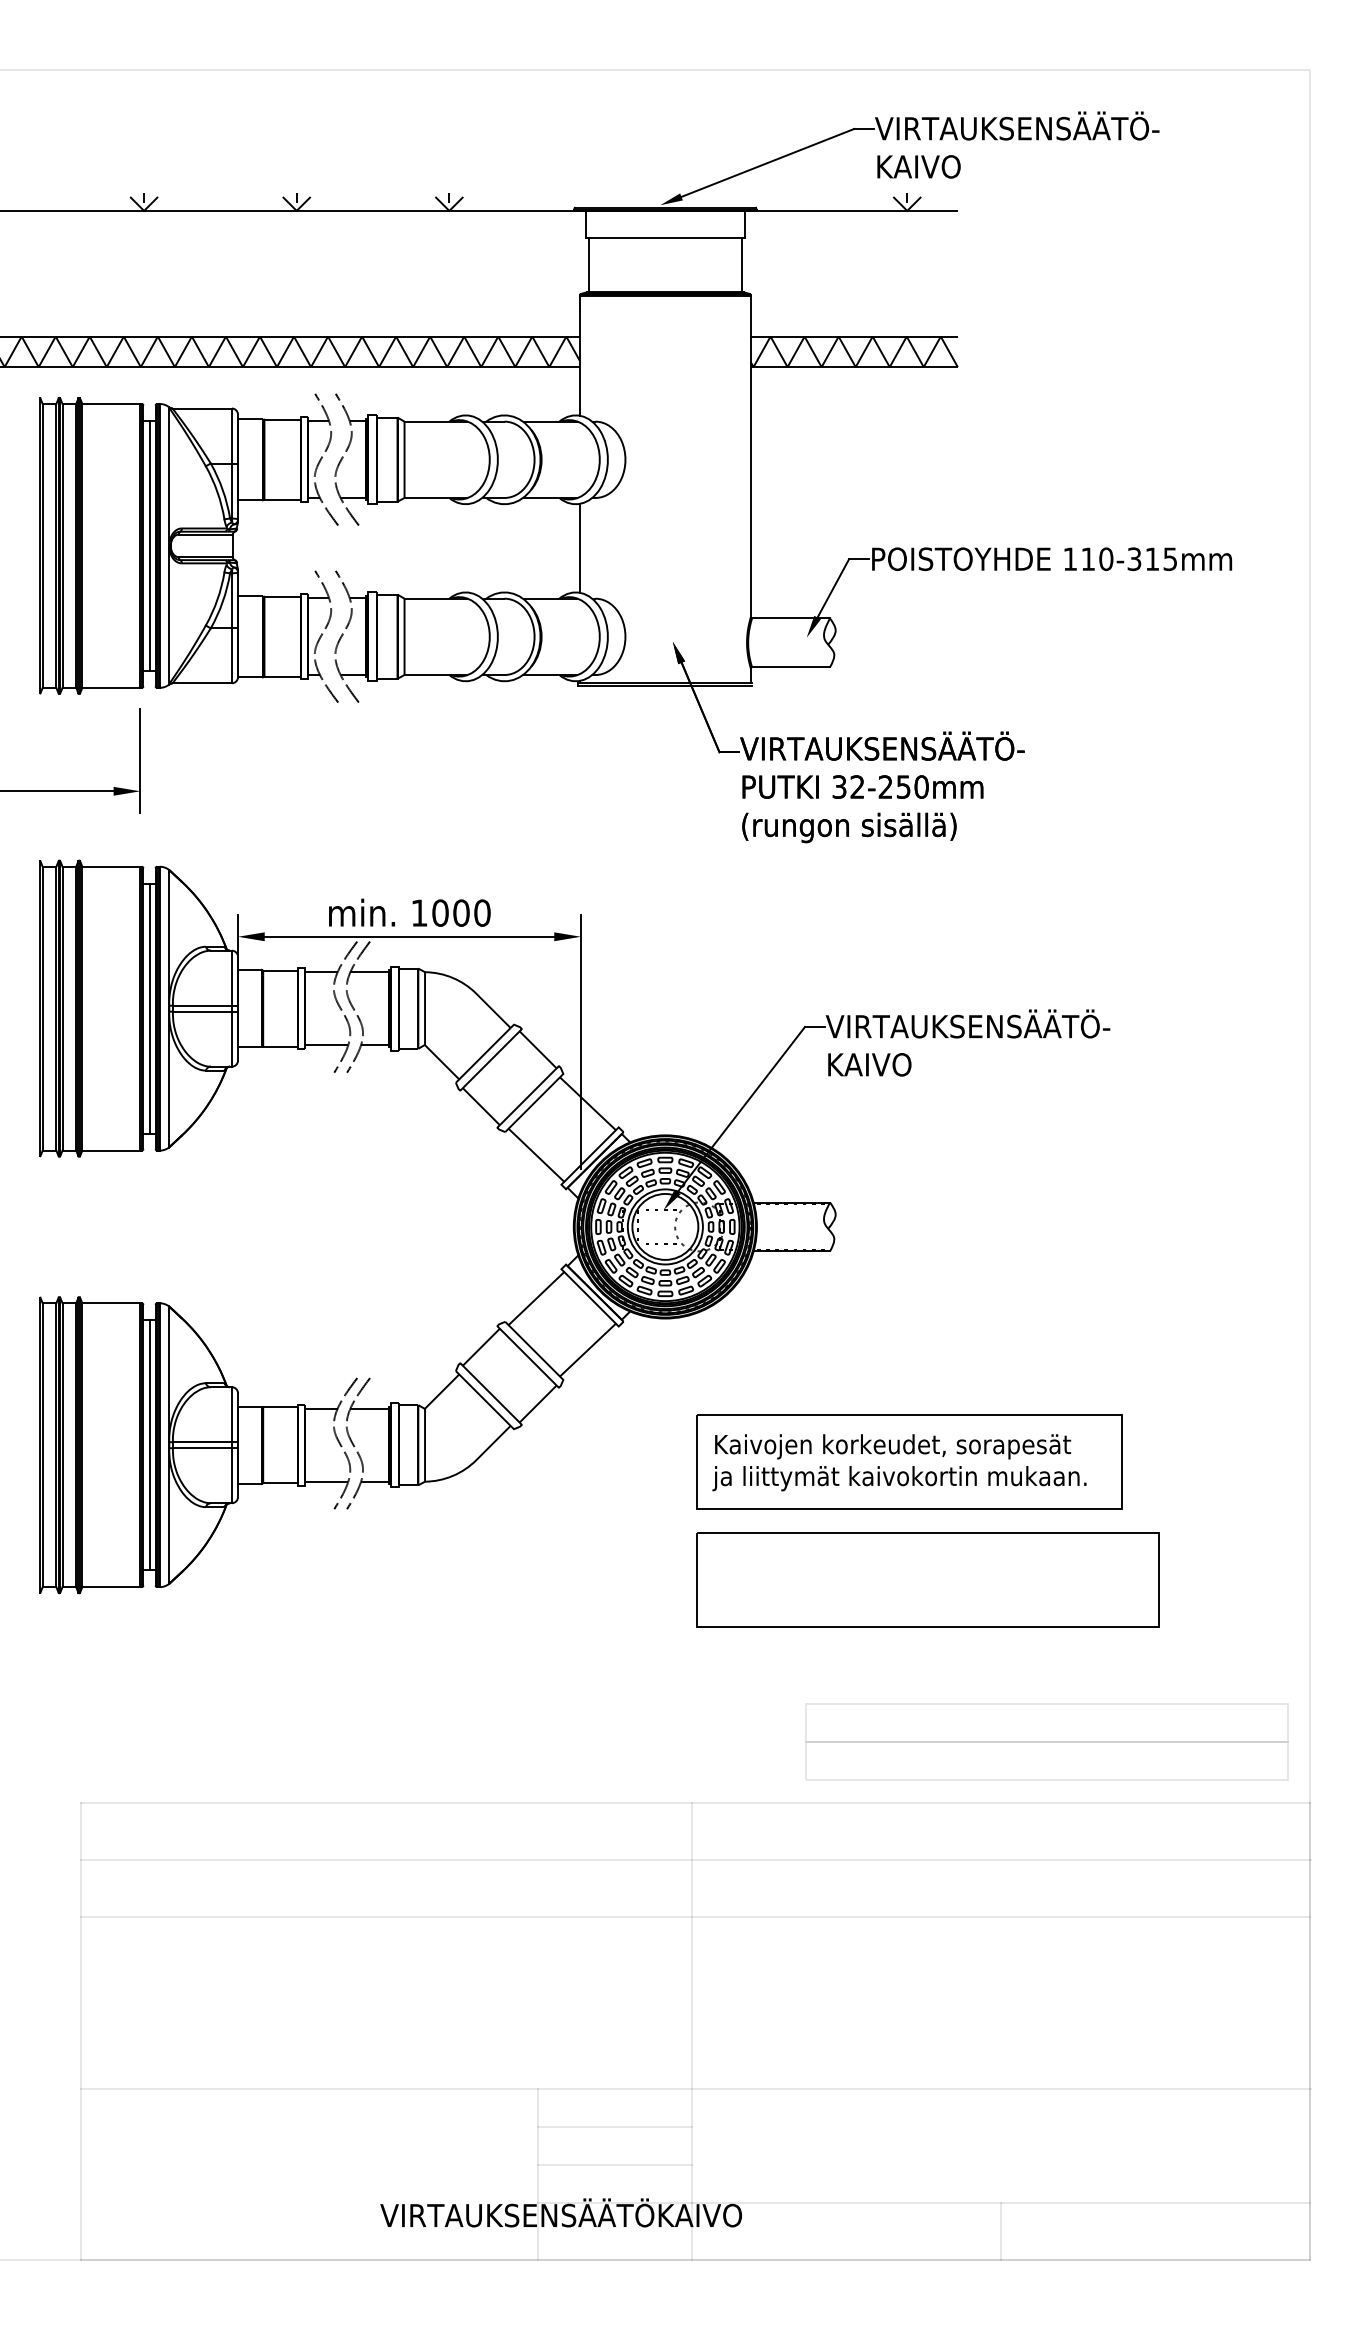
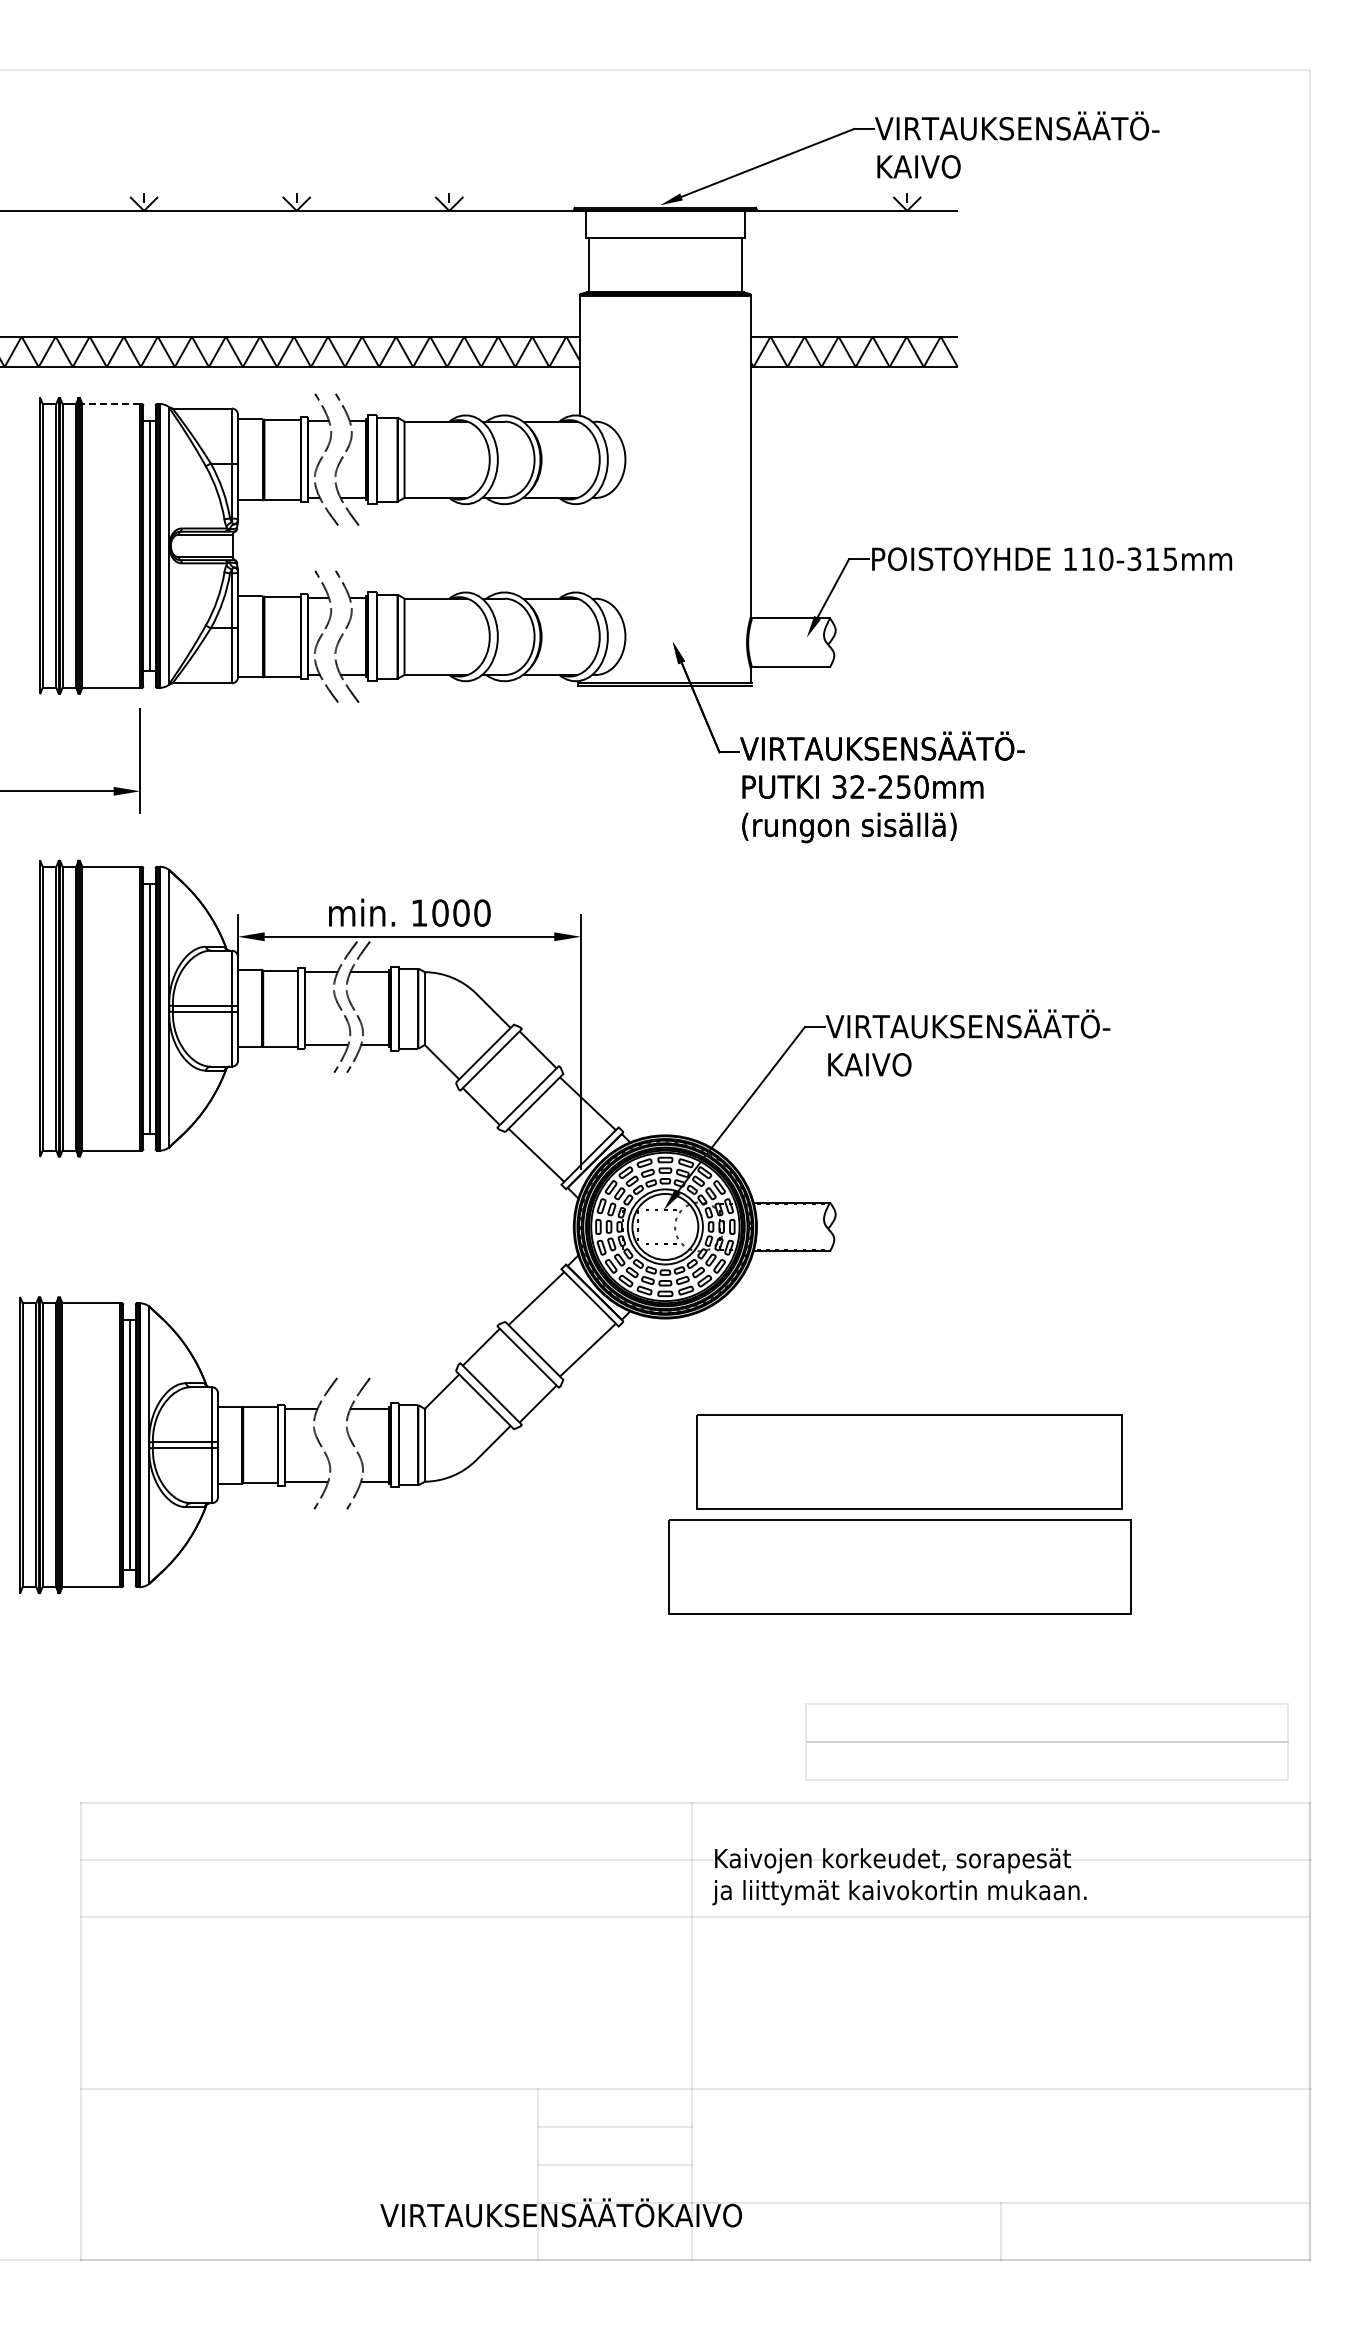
line at (111, 403): solid -> dashed
line at (579, 547): present -> none
part at (198, 1445) position: (198, 1445) -> (178, 1445)
text at (899, 1462) position: (899, 1462) -> (899, 1876)
part at (927, 1579) position: (927, 1579) -> (899, 1566)
